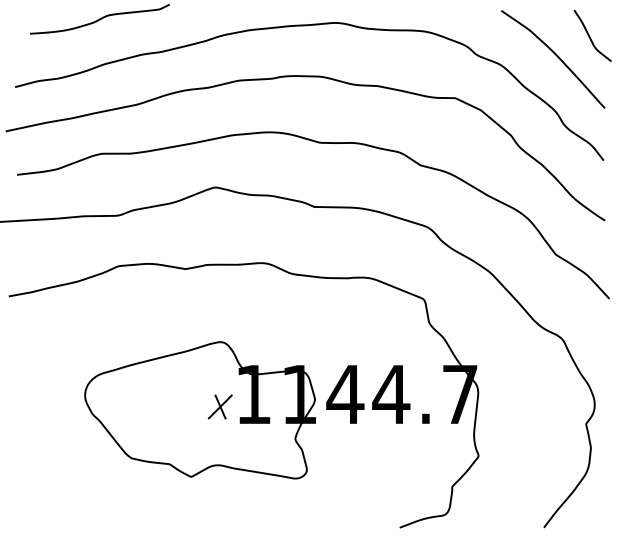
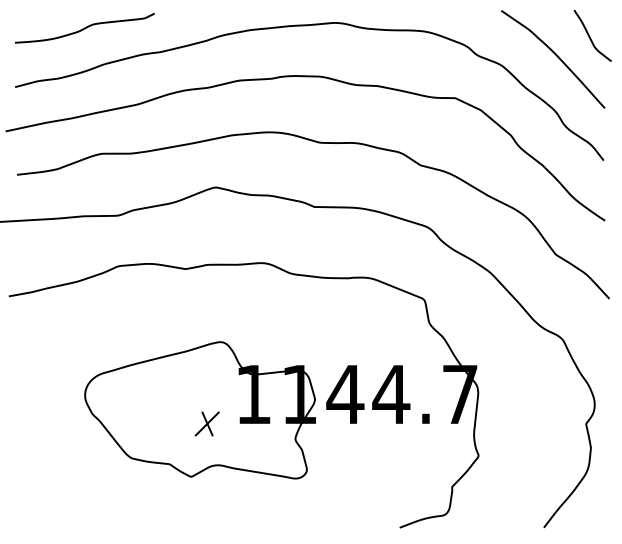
curve at (99, 19) position: (99, 19) -> (84, 28)
part at (219, 406) position: (219, 406) -> (206, 423)
